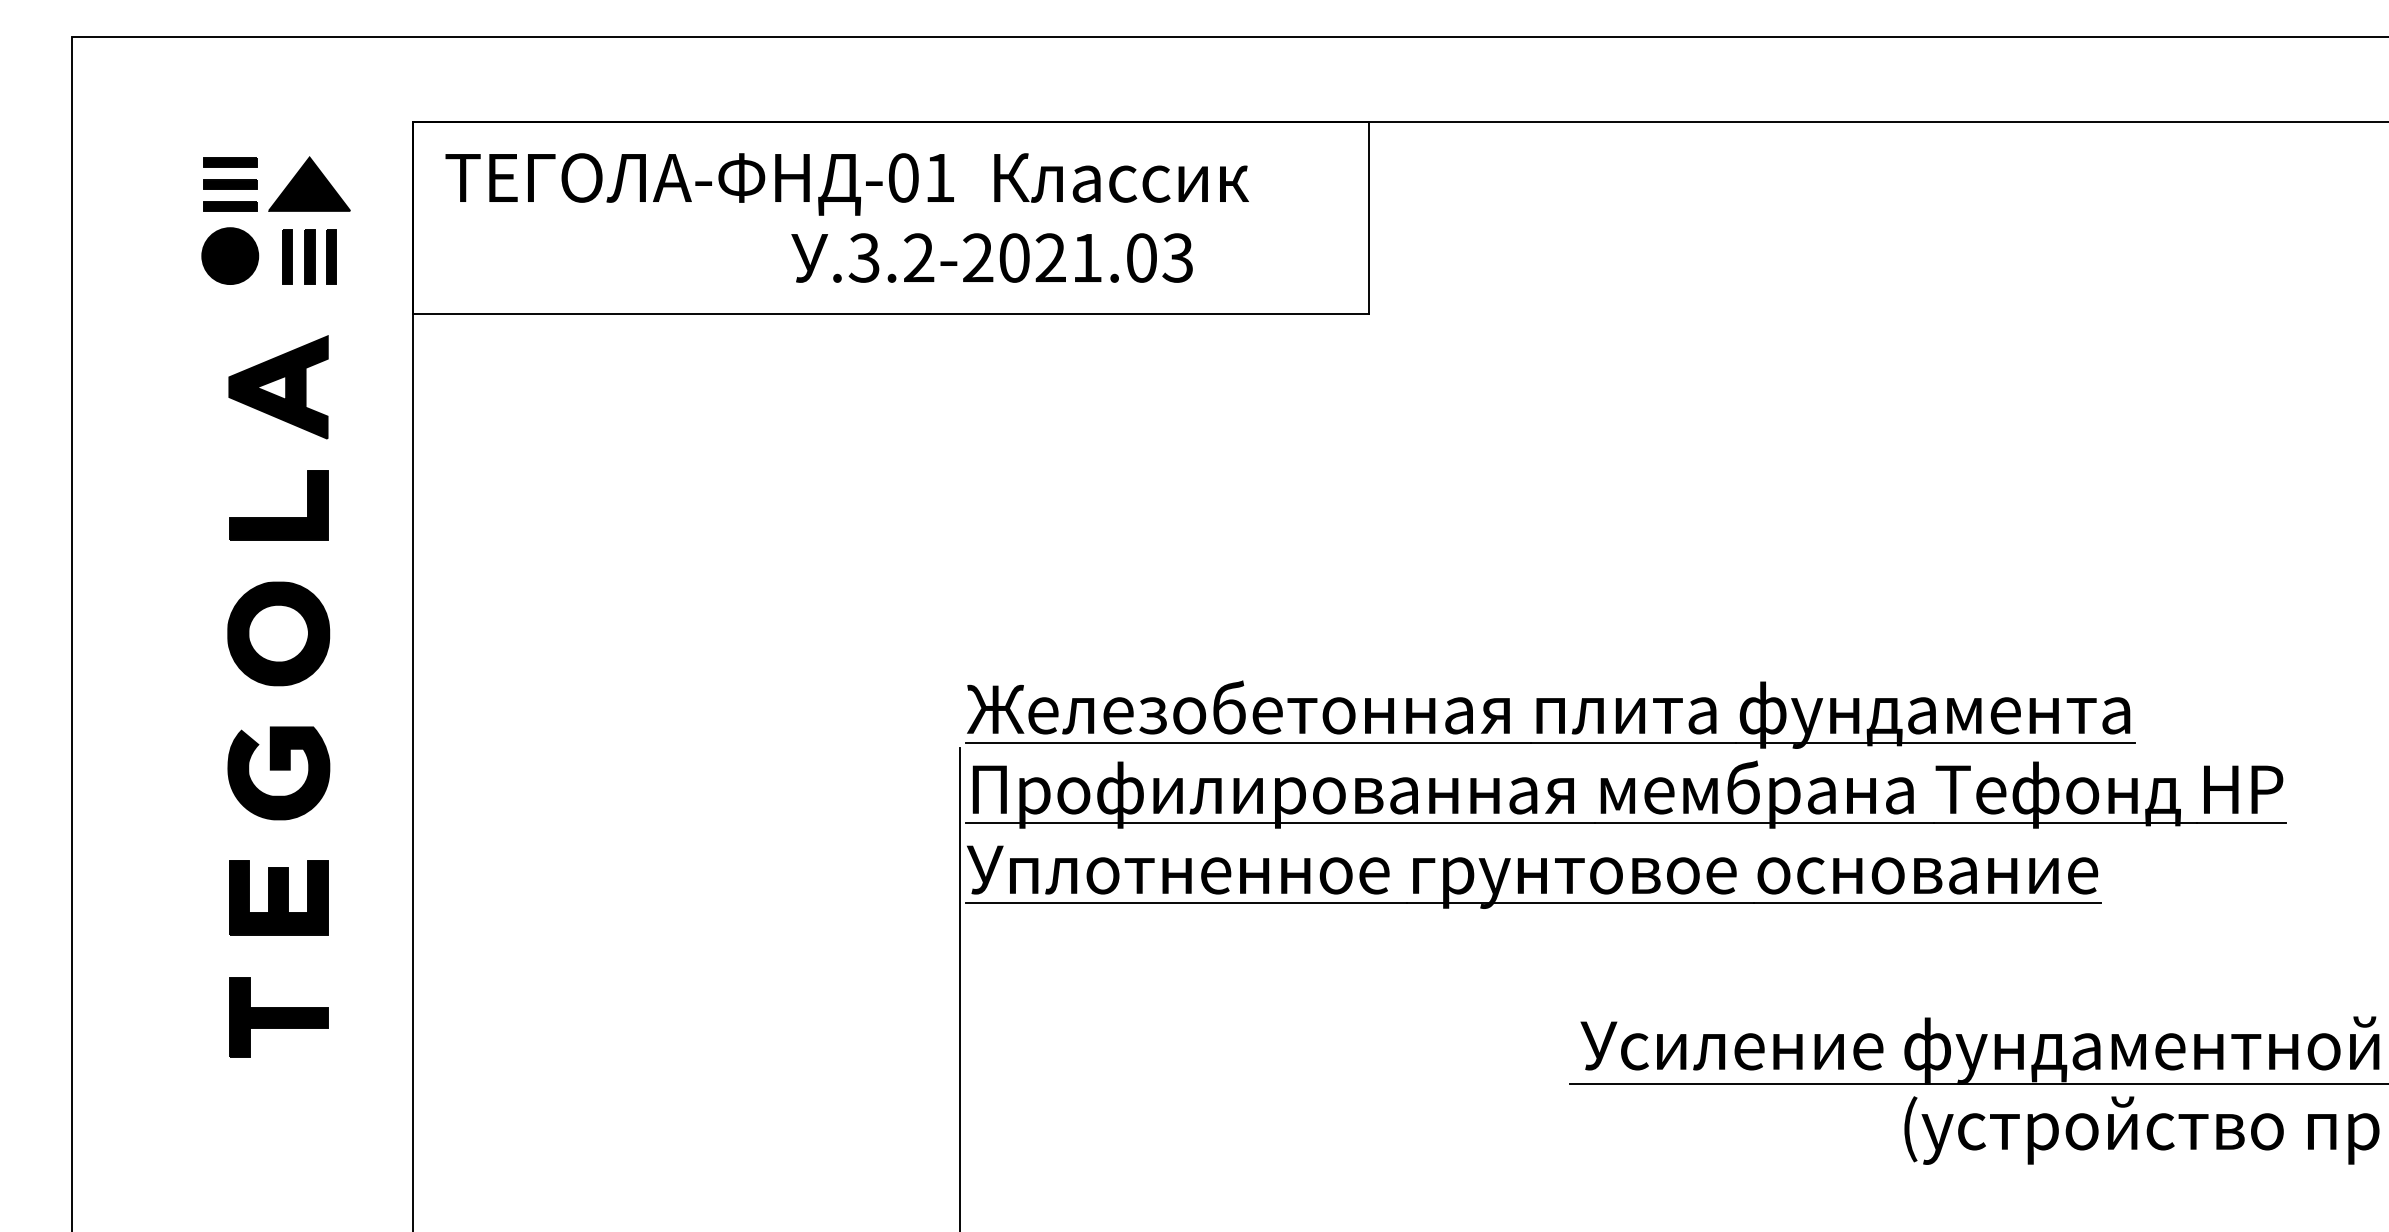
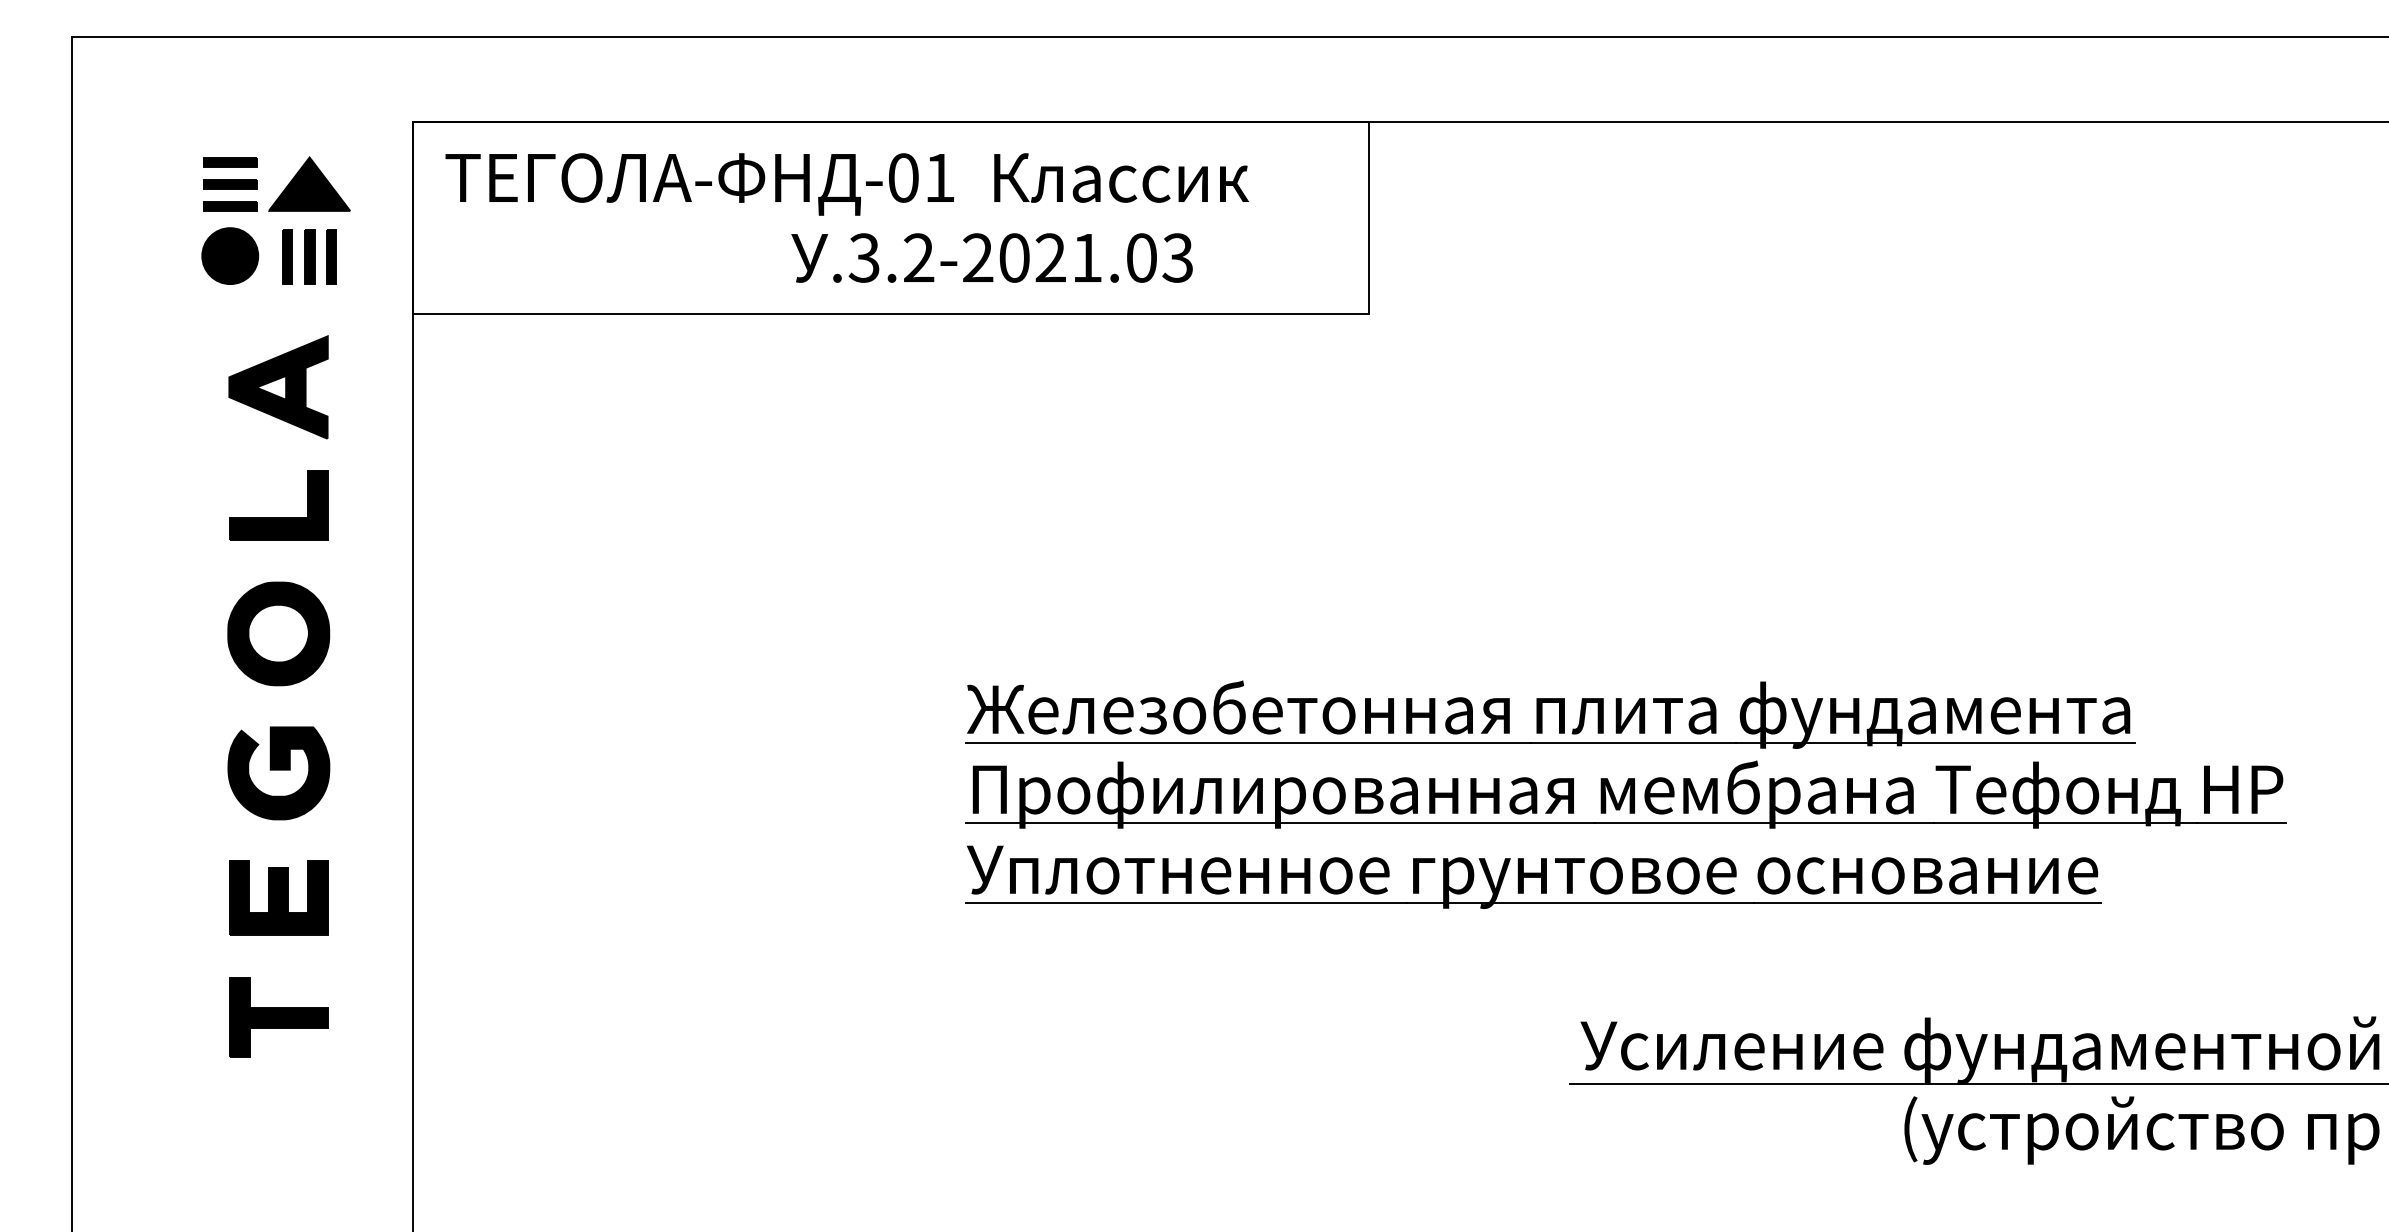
line at (959, 988): present -> none
